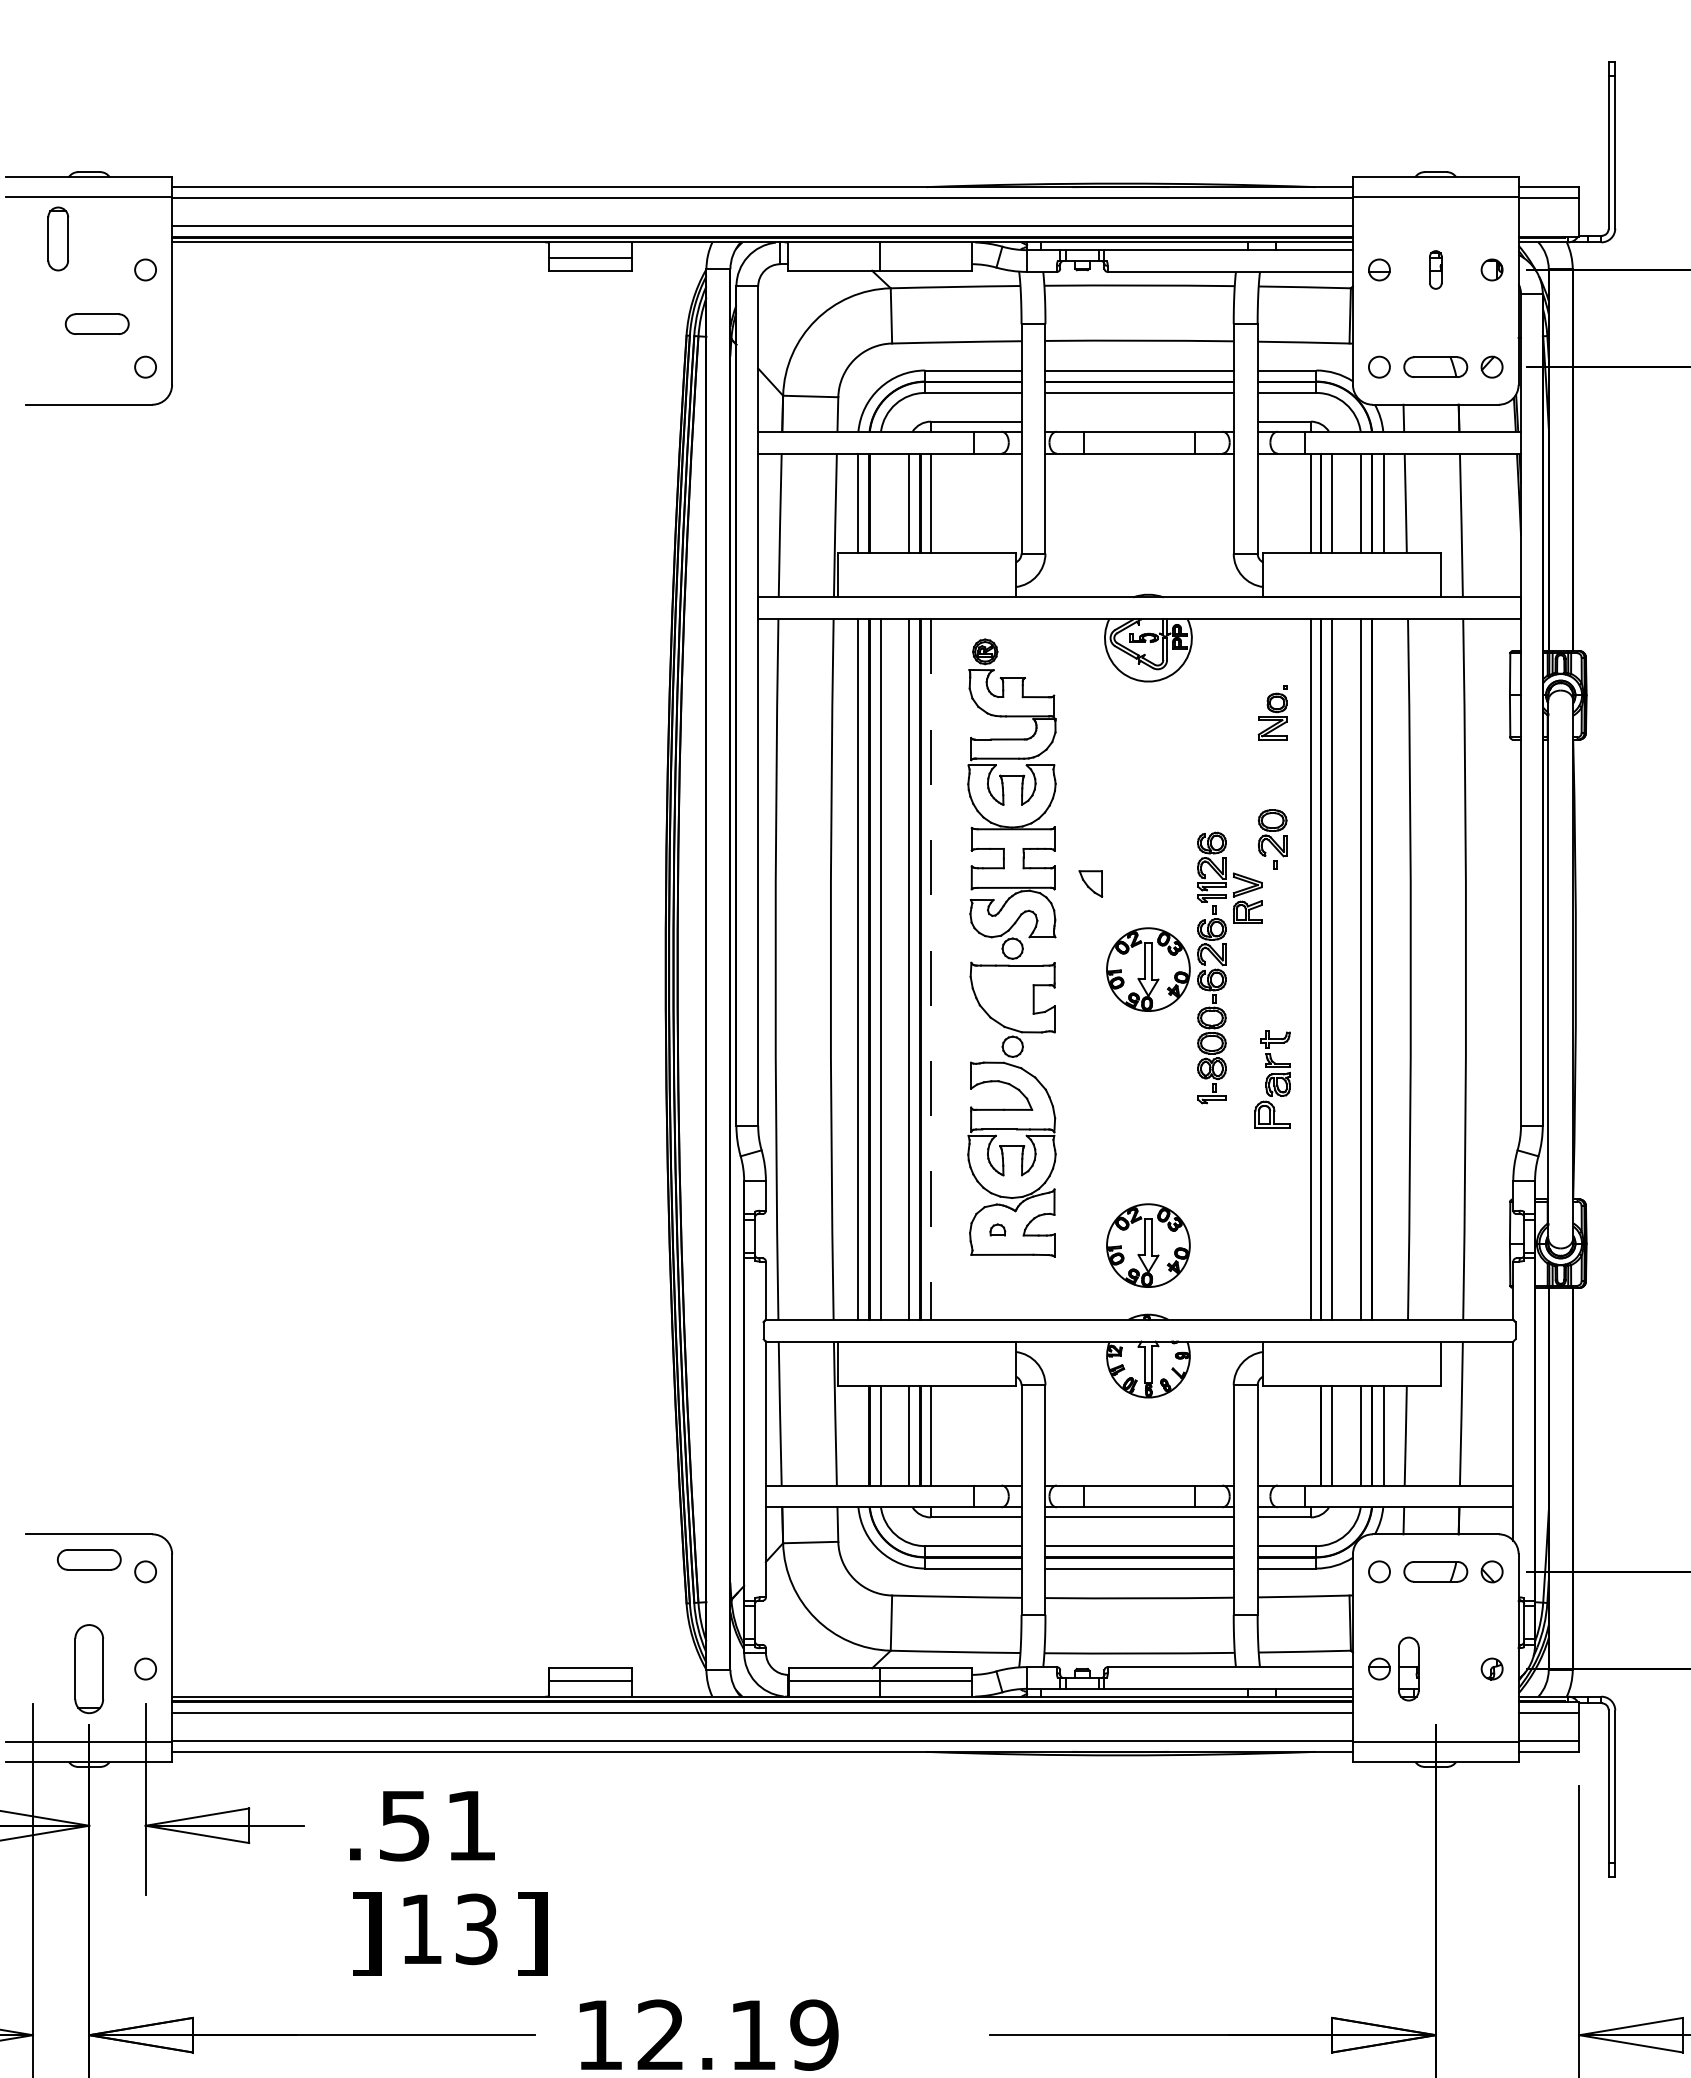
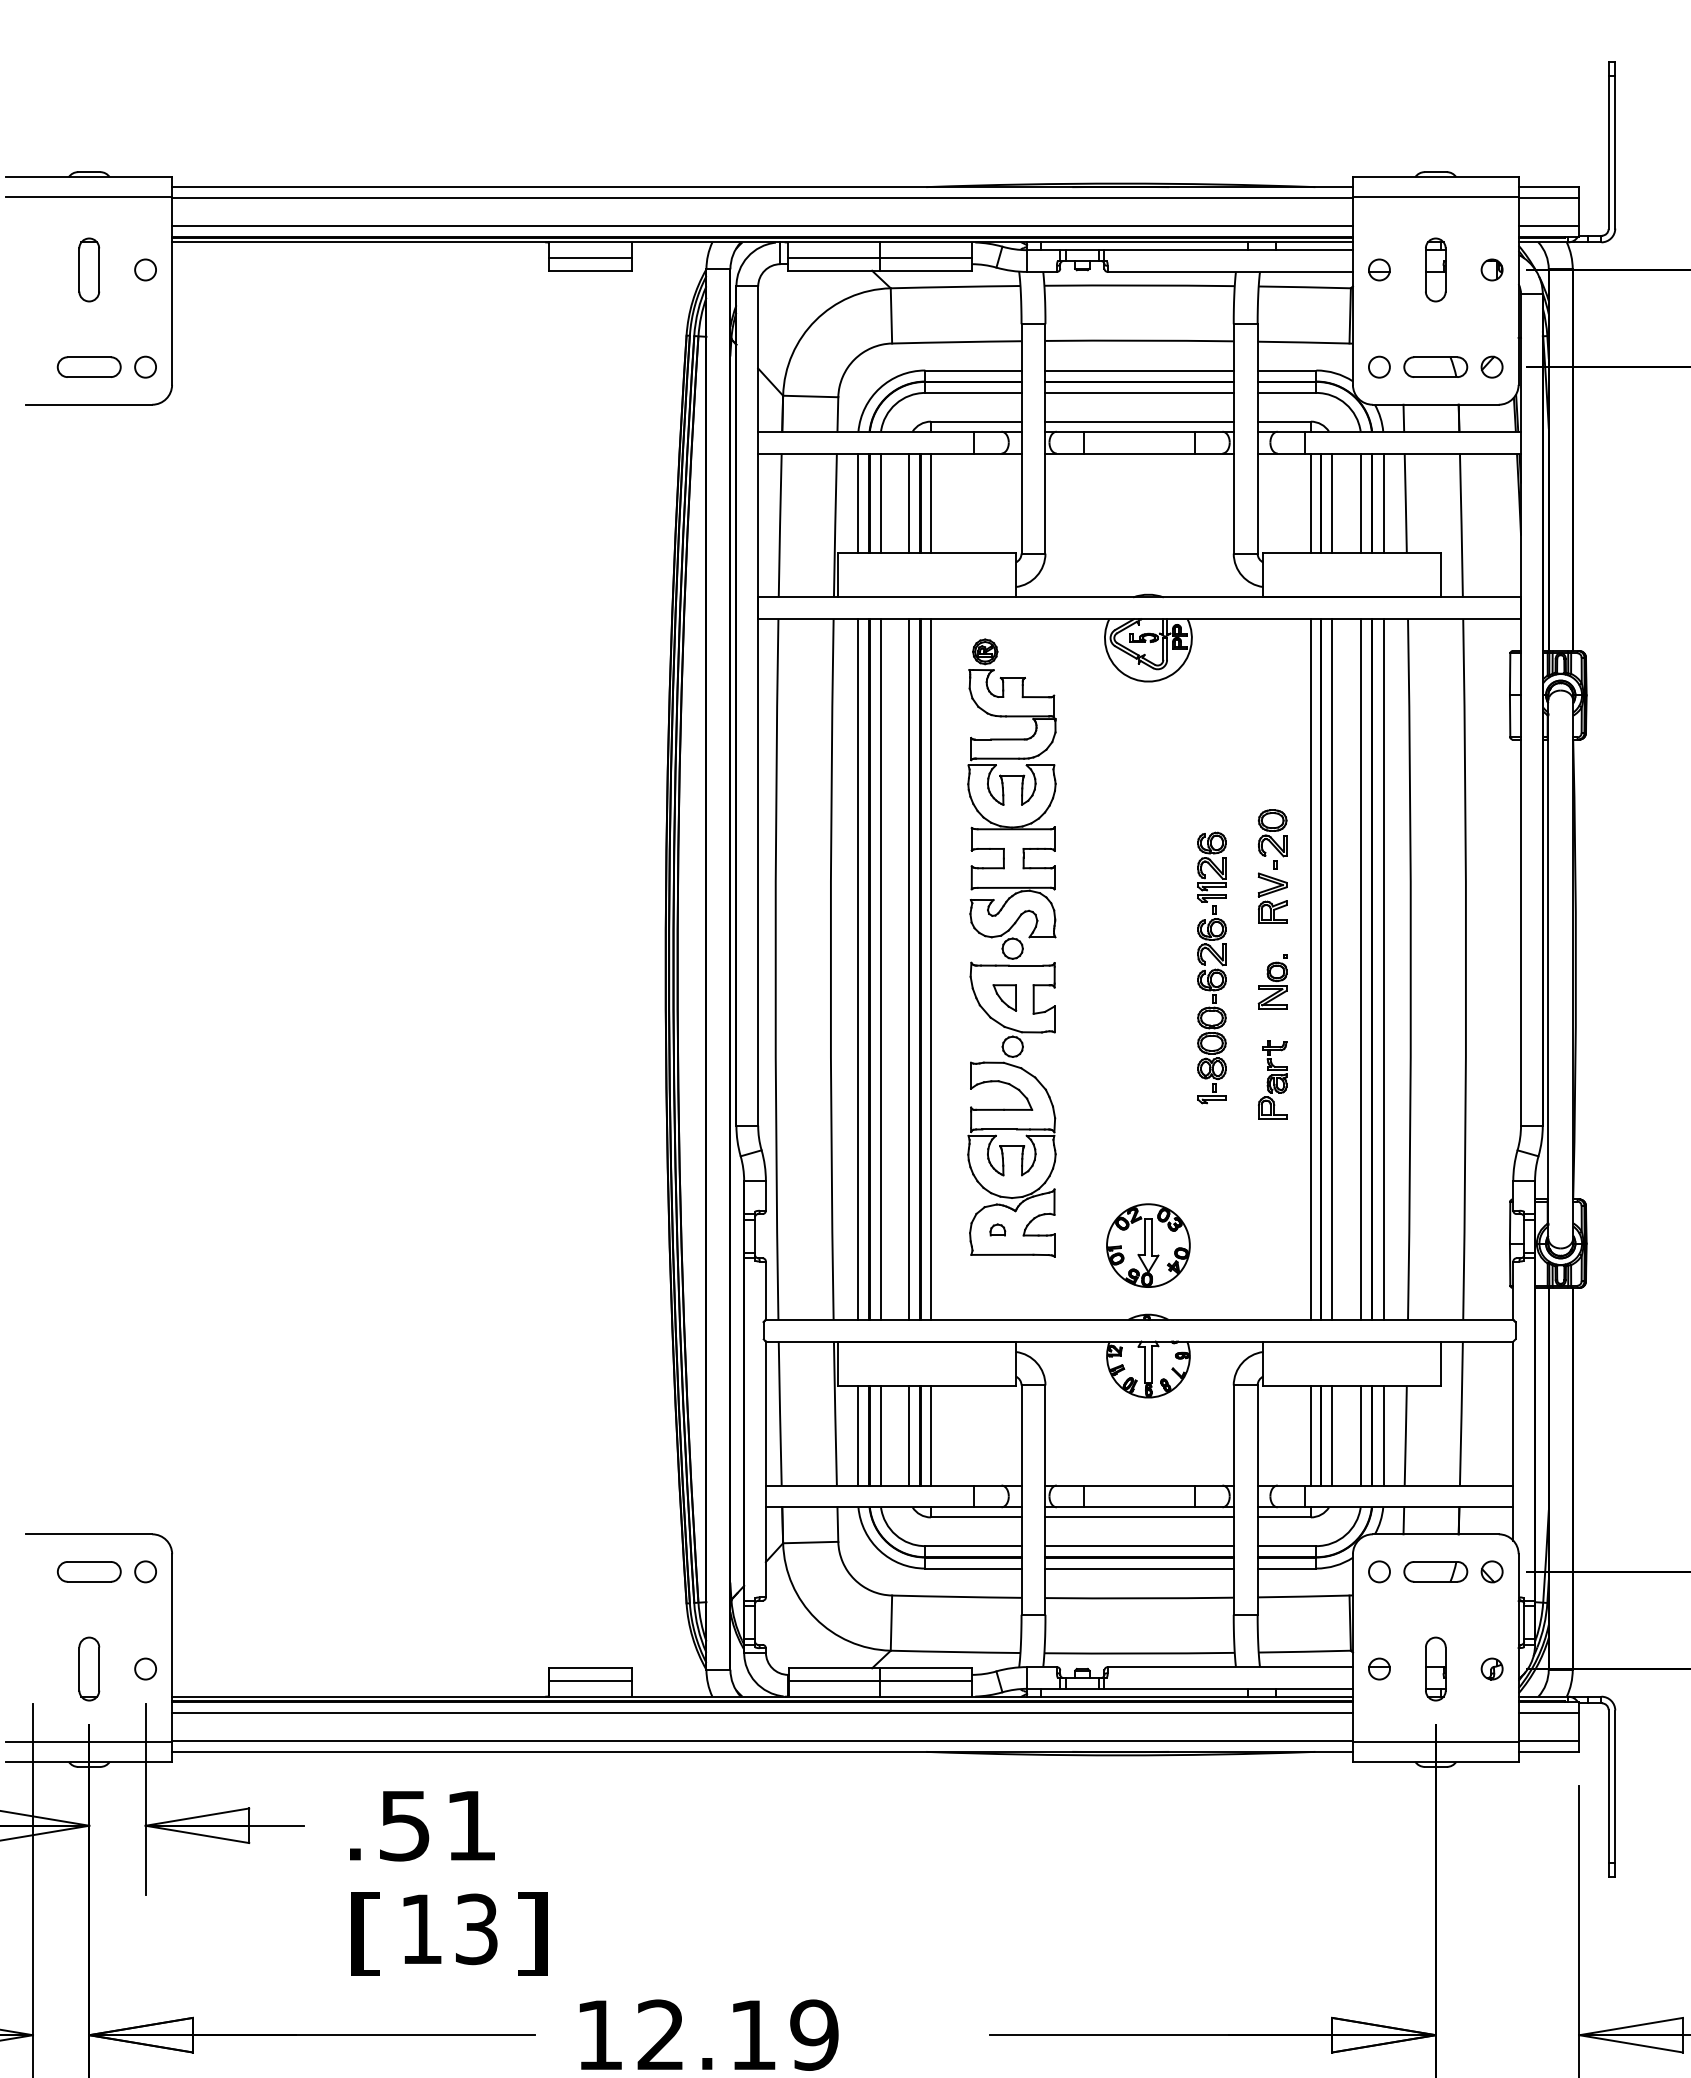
line at (1548, 225): none -> present
part at (58, 238) position: (58, 238) -> (89, 269)
line at (879, 257): none -> present
part at (1435, 269) size: 14x40 px -> 22x66 px
part at (96, 323) position: (96, 323) -> (88, 366)
line at (1139, 421): none -> present
line at (880, 503): none -> present
part at (1272, 712) position: (1272, 712) -> (1272, 981)
part at (1090, 883) position: (1090, 883) -> (1004, 997)
part at (1247, 897) position: (1247, 897) -> (1272, 897)
part at (1148, 969): present -> none
line at (1383, 969): none -> present
line at (930, 970): dashed -> solid
part at (1272, 1079) size: 37x99 px -> 30x80 px
line at (858, 1435): none -> present
line at (1311, 1435): none -> present
part at (89, 1559) position: (89, 1559) -> (89, 1571)
part at (1408, 1668) position: (1408, 1668) -> (1435, 1668)
part at (88, 1669) size: 30x91 px -> 23x66 px
text at (366, 1933): ] -> [
